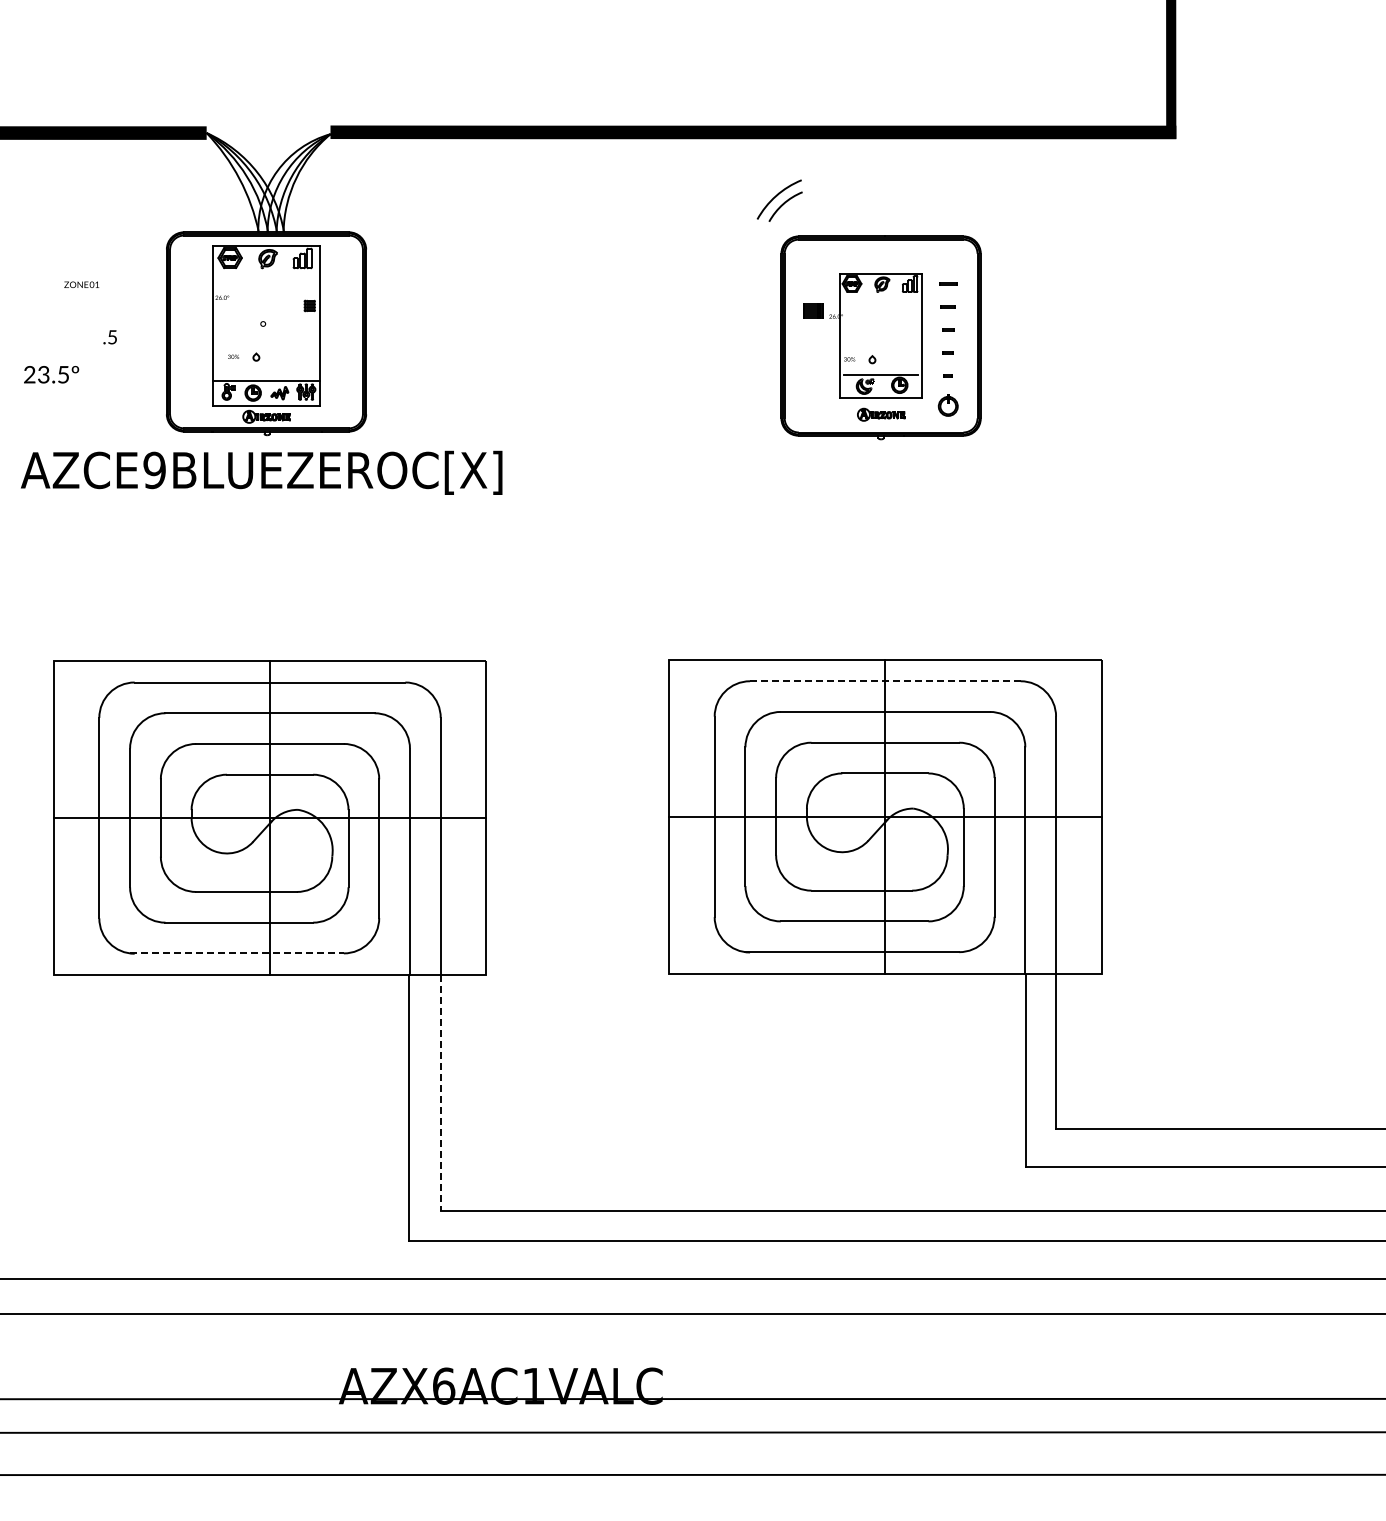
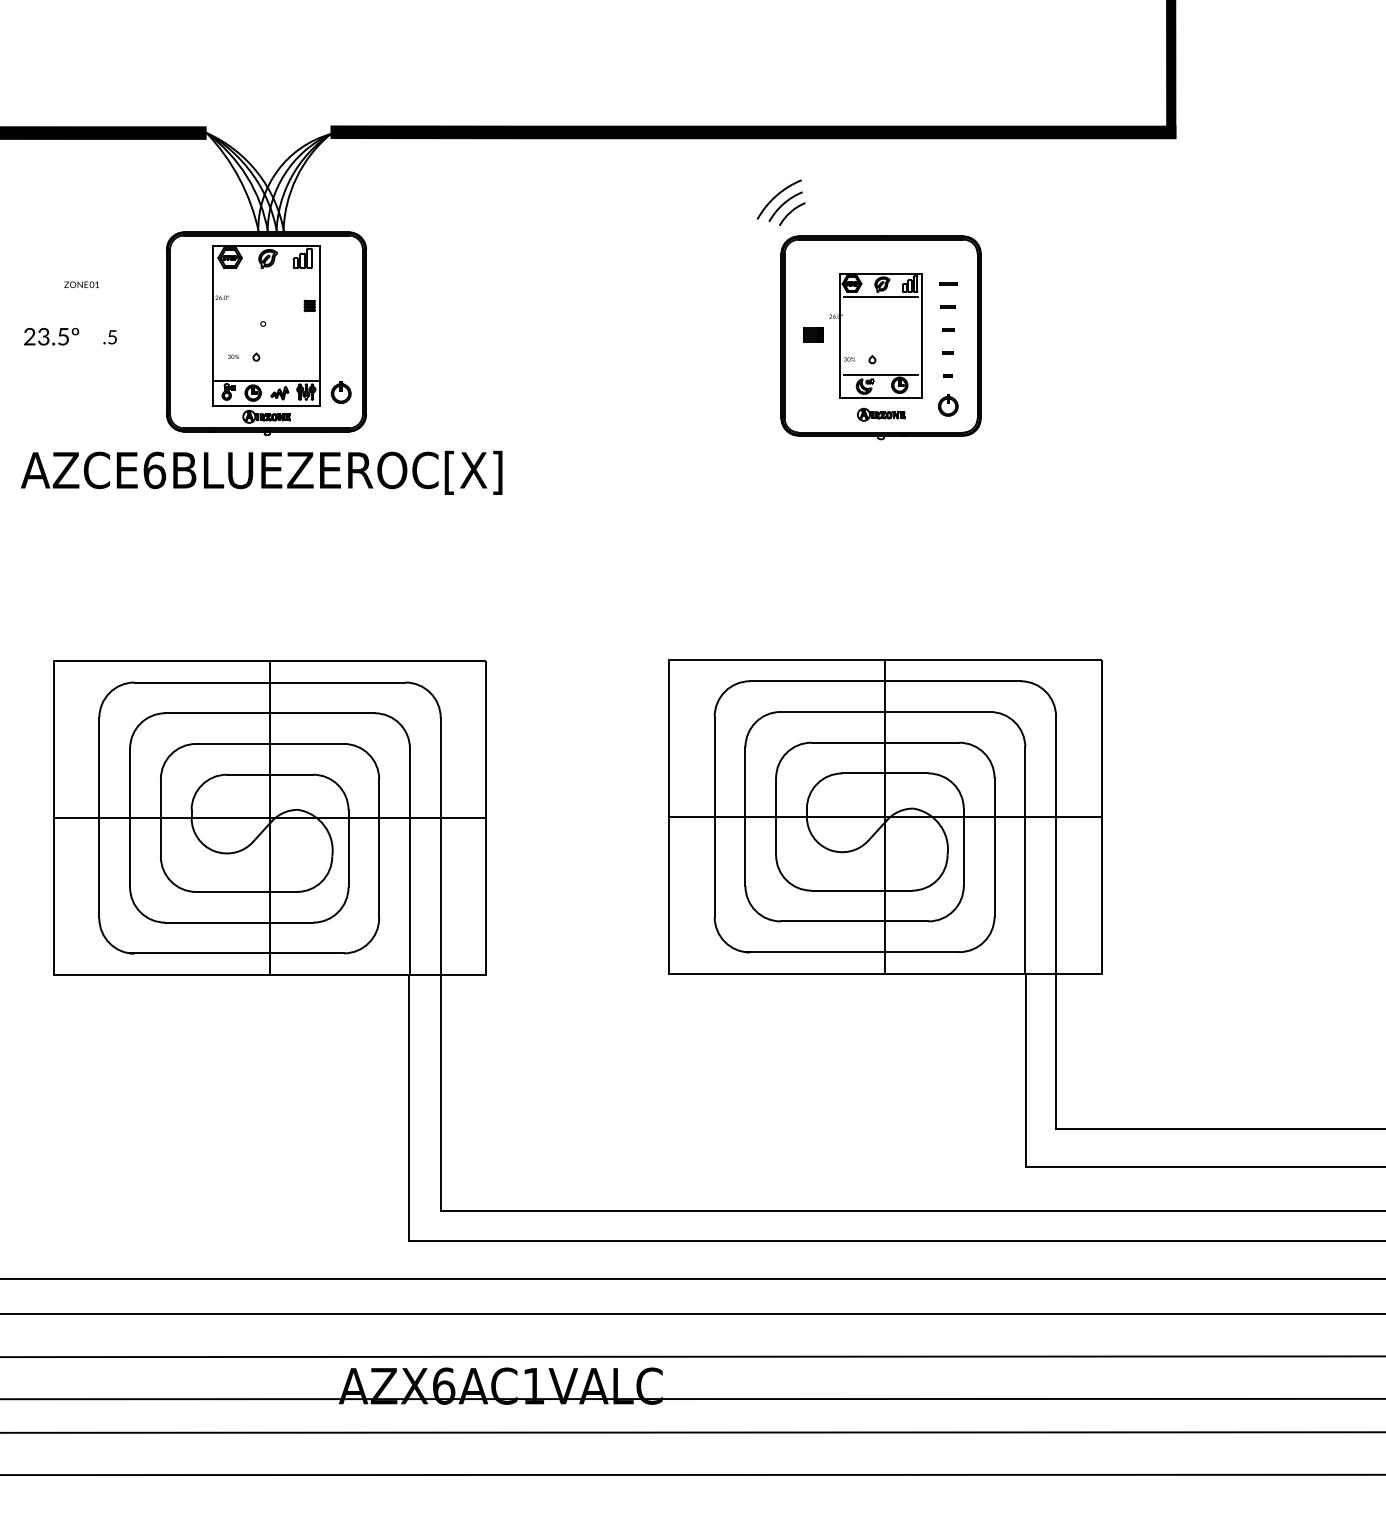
arc at (791, 212): none -> present
line at (880, 297): none -> present
part at (813, 310) position: (813, 310) -> (813, 334)
text at (51, 374) position: (51, 374) -> (51, 336)
part at (340, 392): none -> present
text at (154, 470): AZCE9BLUEZEROC[X] -> AZCE6BLUEZEROC[X]
line at (884, 681): dashed -> solid
line at (236, 953): dashed -> solid
line at (440, 1093): dashed -> solid
line at (692, 1356): none -> present
